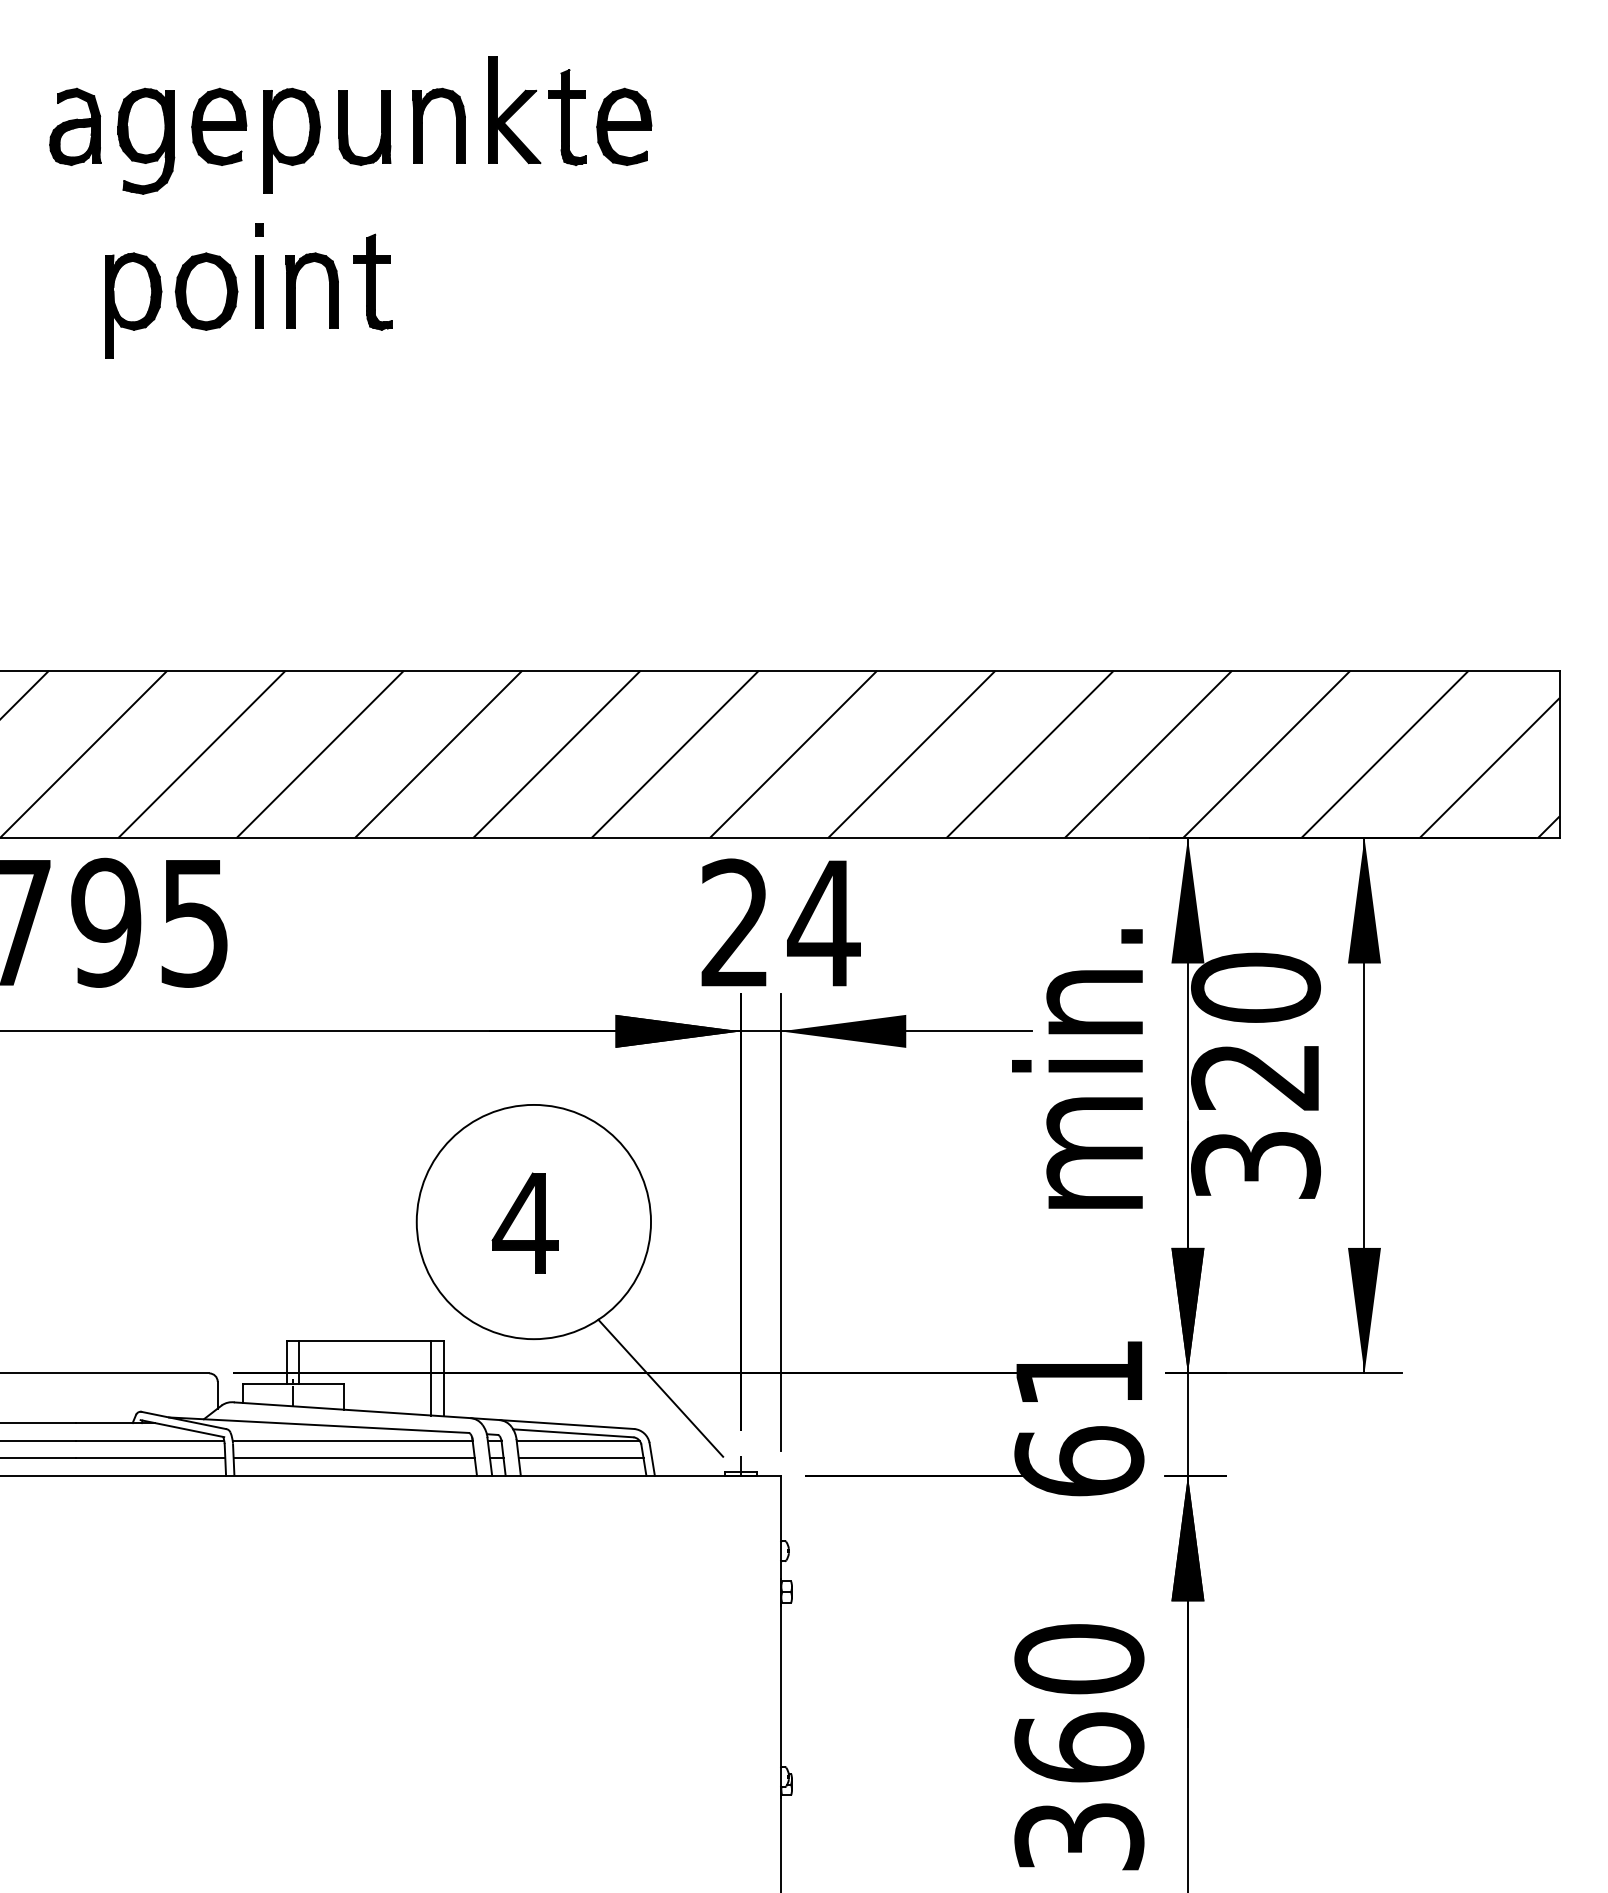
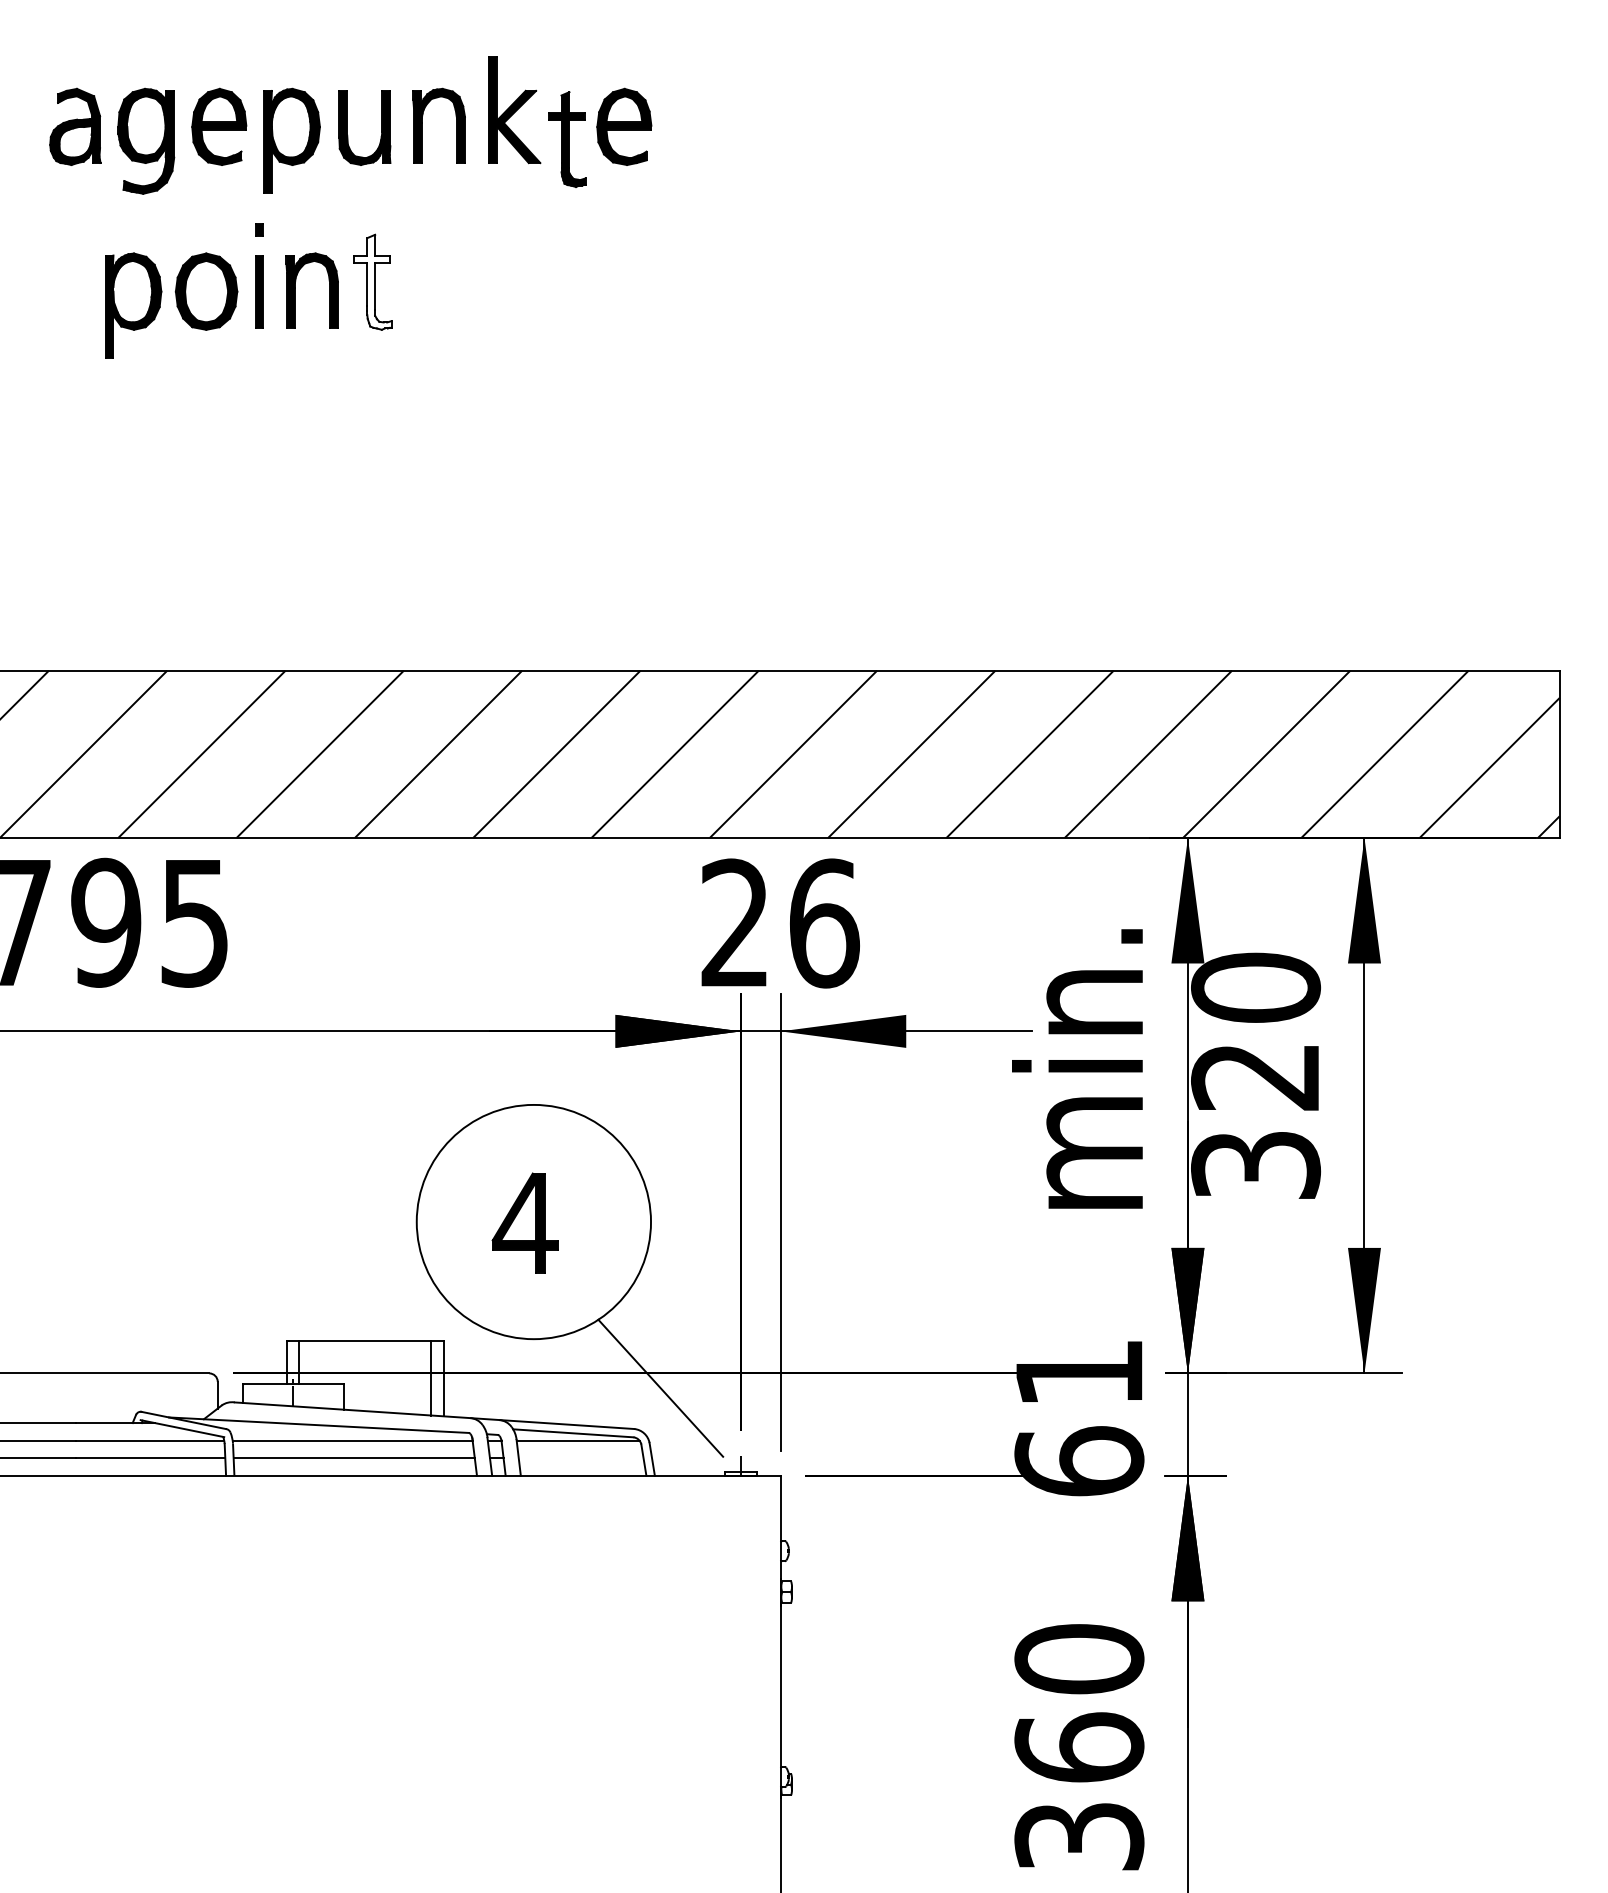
part at (567, 117) position: (567, 117) -> (567, 139)
fill at (372, 281): present -> none
text at (823, 923): 24 -> 26
line at (580, 1458): present -> none
